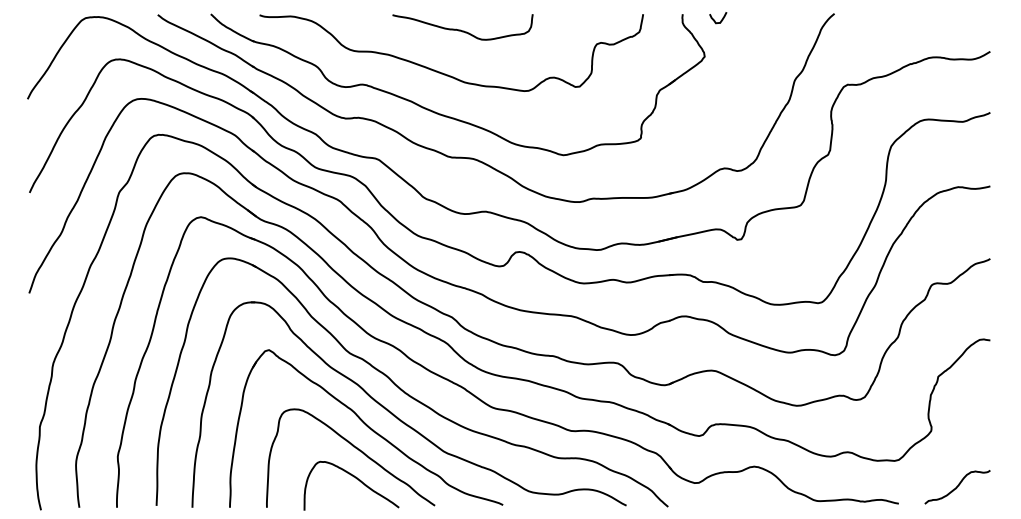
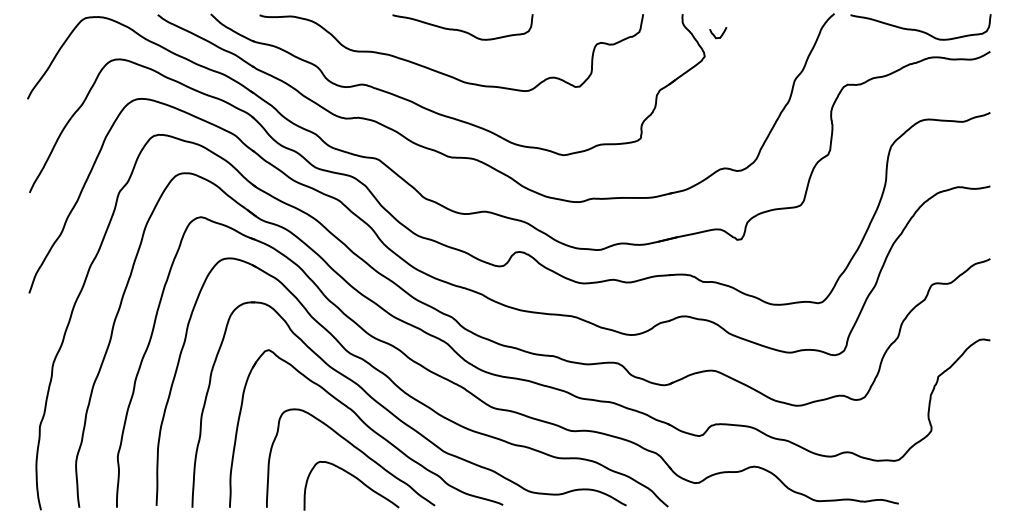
curve at (720, 20) position: (720, 20) -> (720, 35)
curve at (918, 29): none -> present
curve at (957, 487): present -> none
